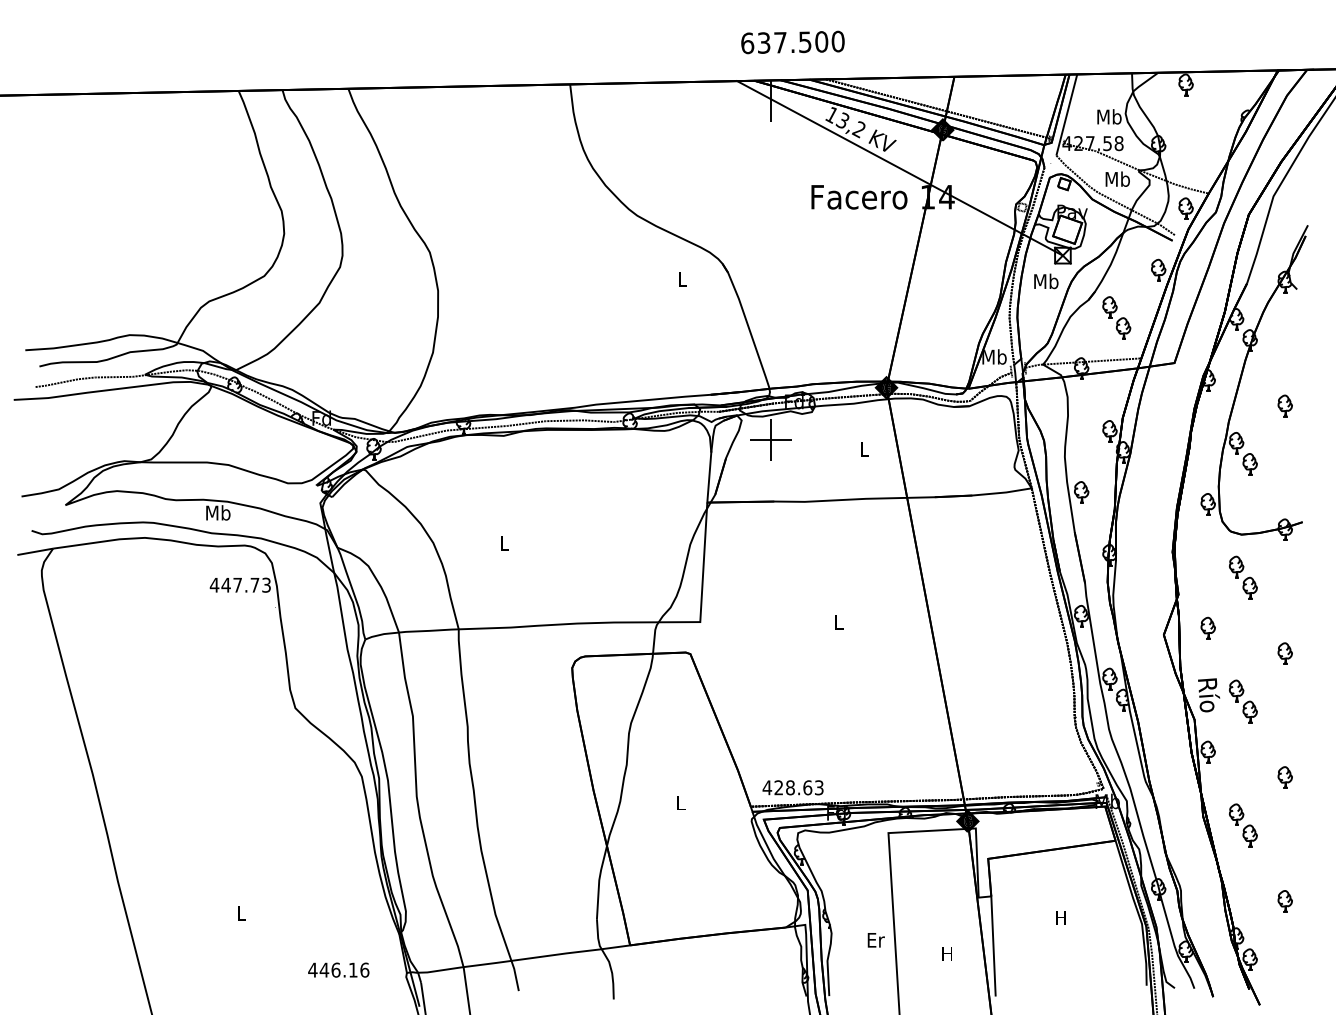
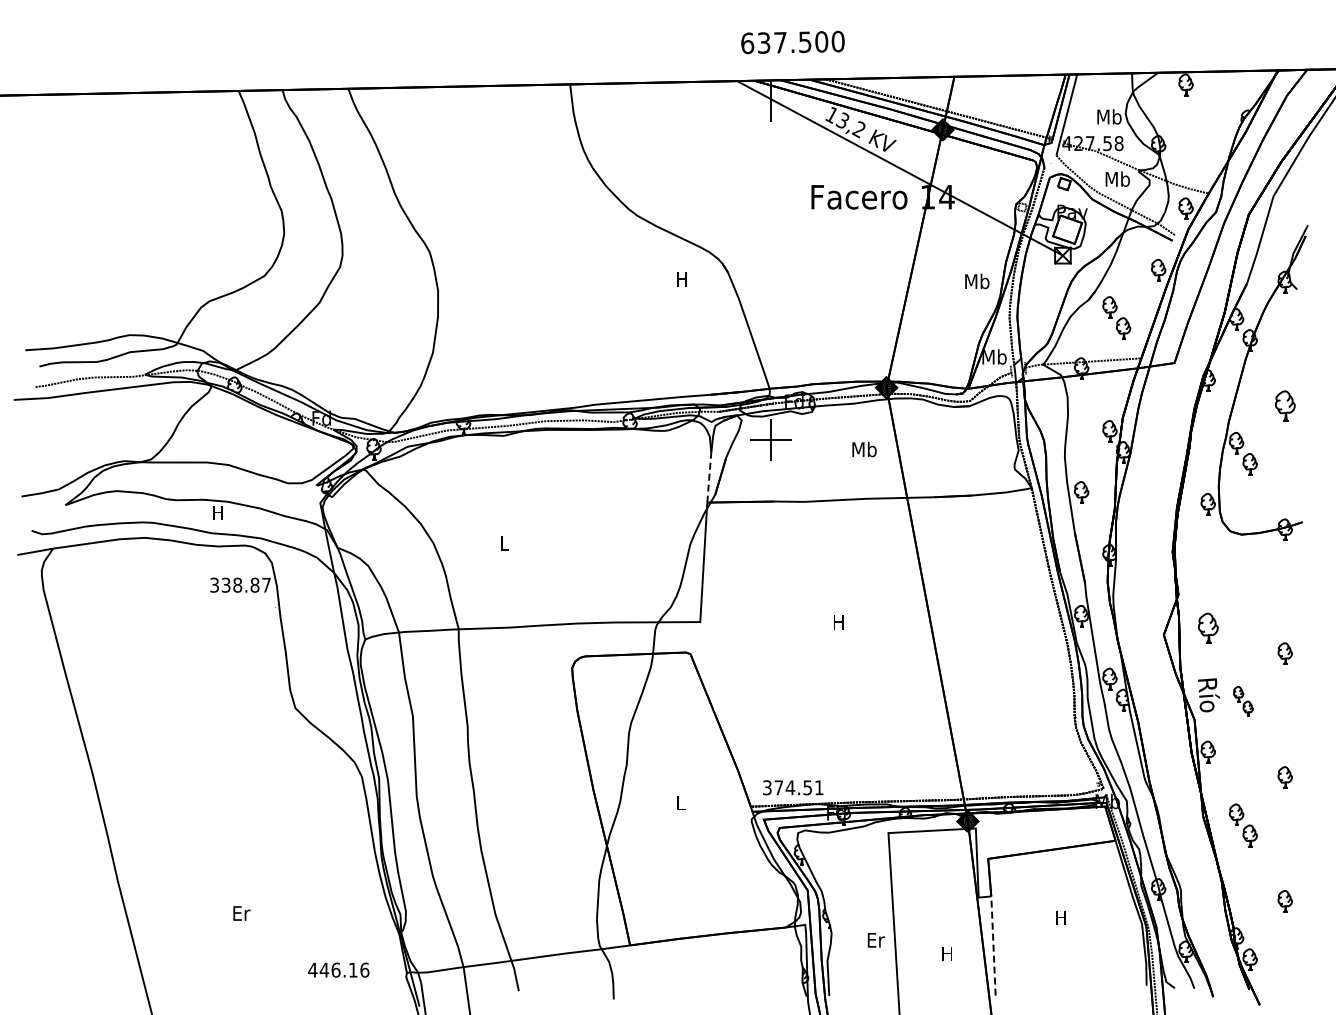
text at (681, 279): L -> H
text at (1046, 281) position: (1046, 281) -> (977, 281)
part at (1284, 405) size: 16x24 px -> 21x32 px
text at (864, 449): L -> Mb
line at (709, 477): solid -> dashed
text at (218, 512): Mb -> H
part at (1243, 577): present -> none
text at (239, 584): 447.73 -> 338.87
text at (838, 622): L -> H
part at (1207, 627) size: 16x24 px -> 21x32 px
part at (1243, 701) size: 29x45 px -> 21x31 px
text at (792, 787): 428.63 -> 374.51
text at (241, 913): L -> Er
line at (993, 946): solid -> dashed
